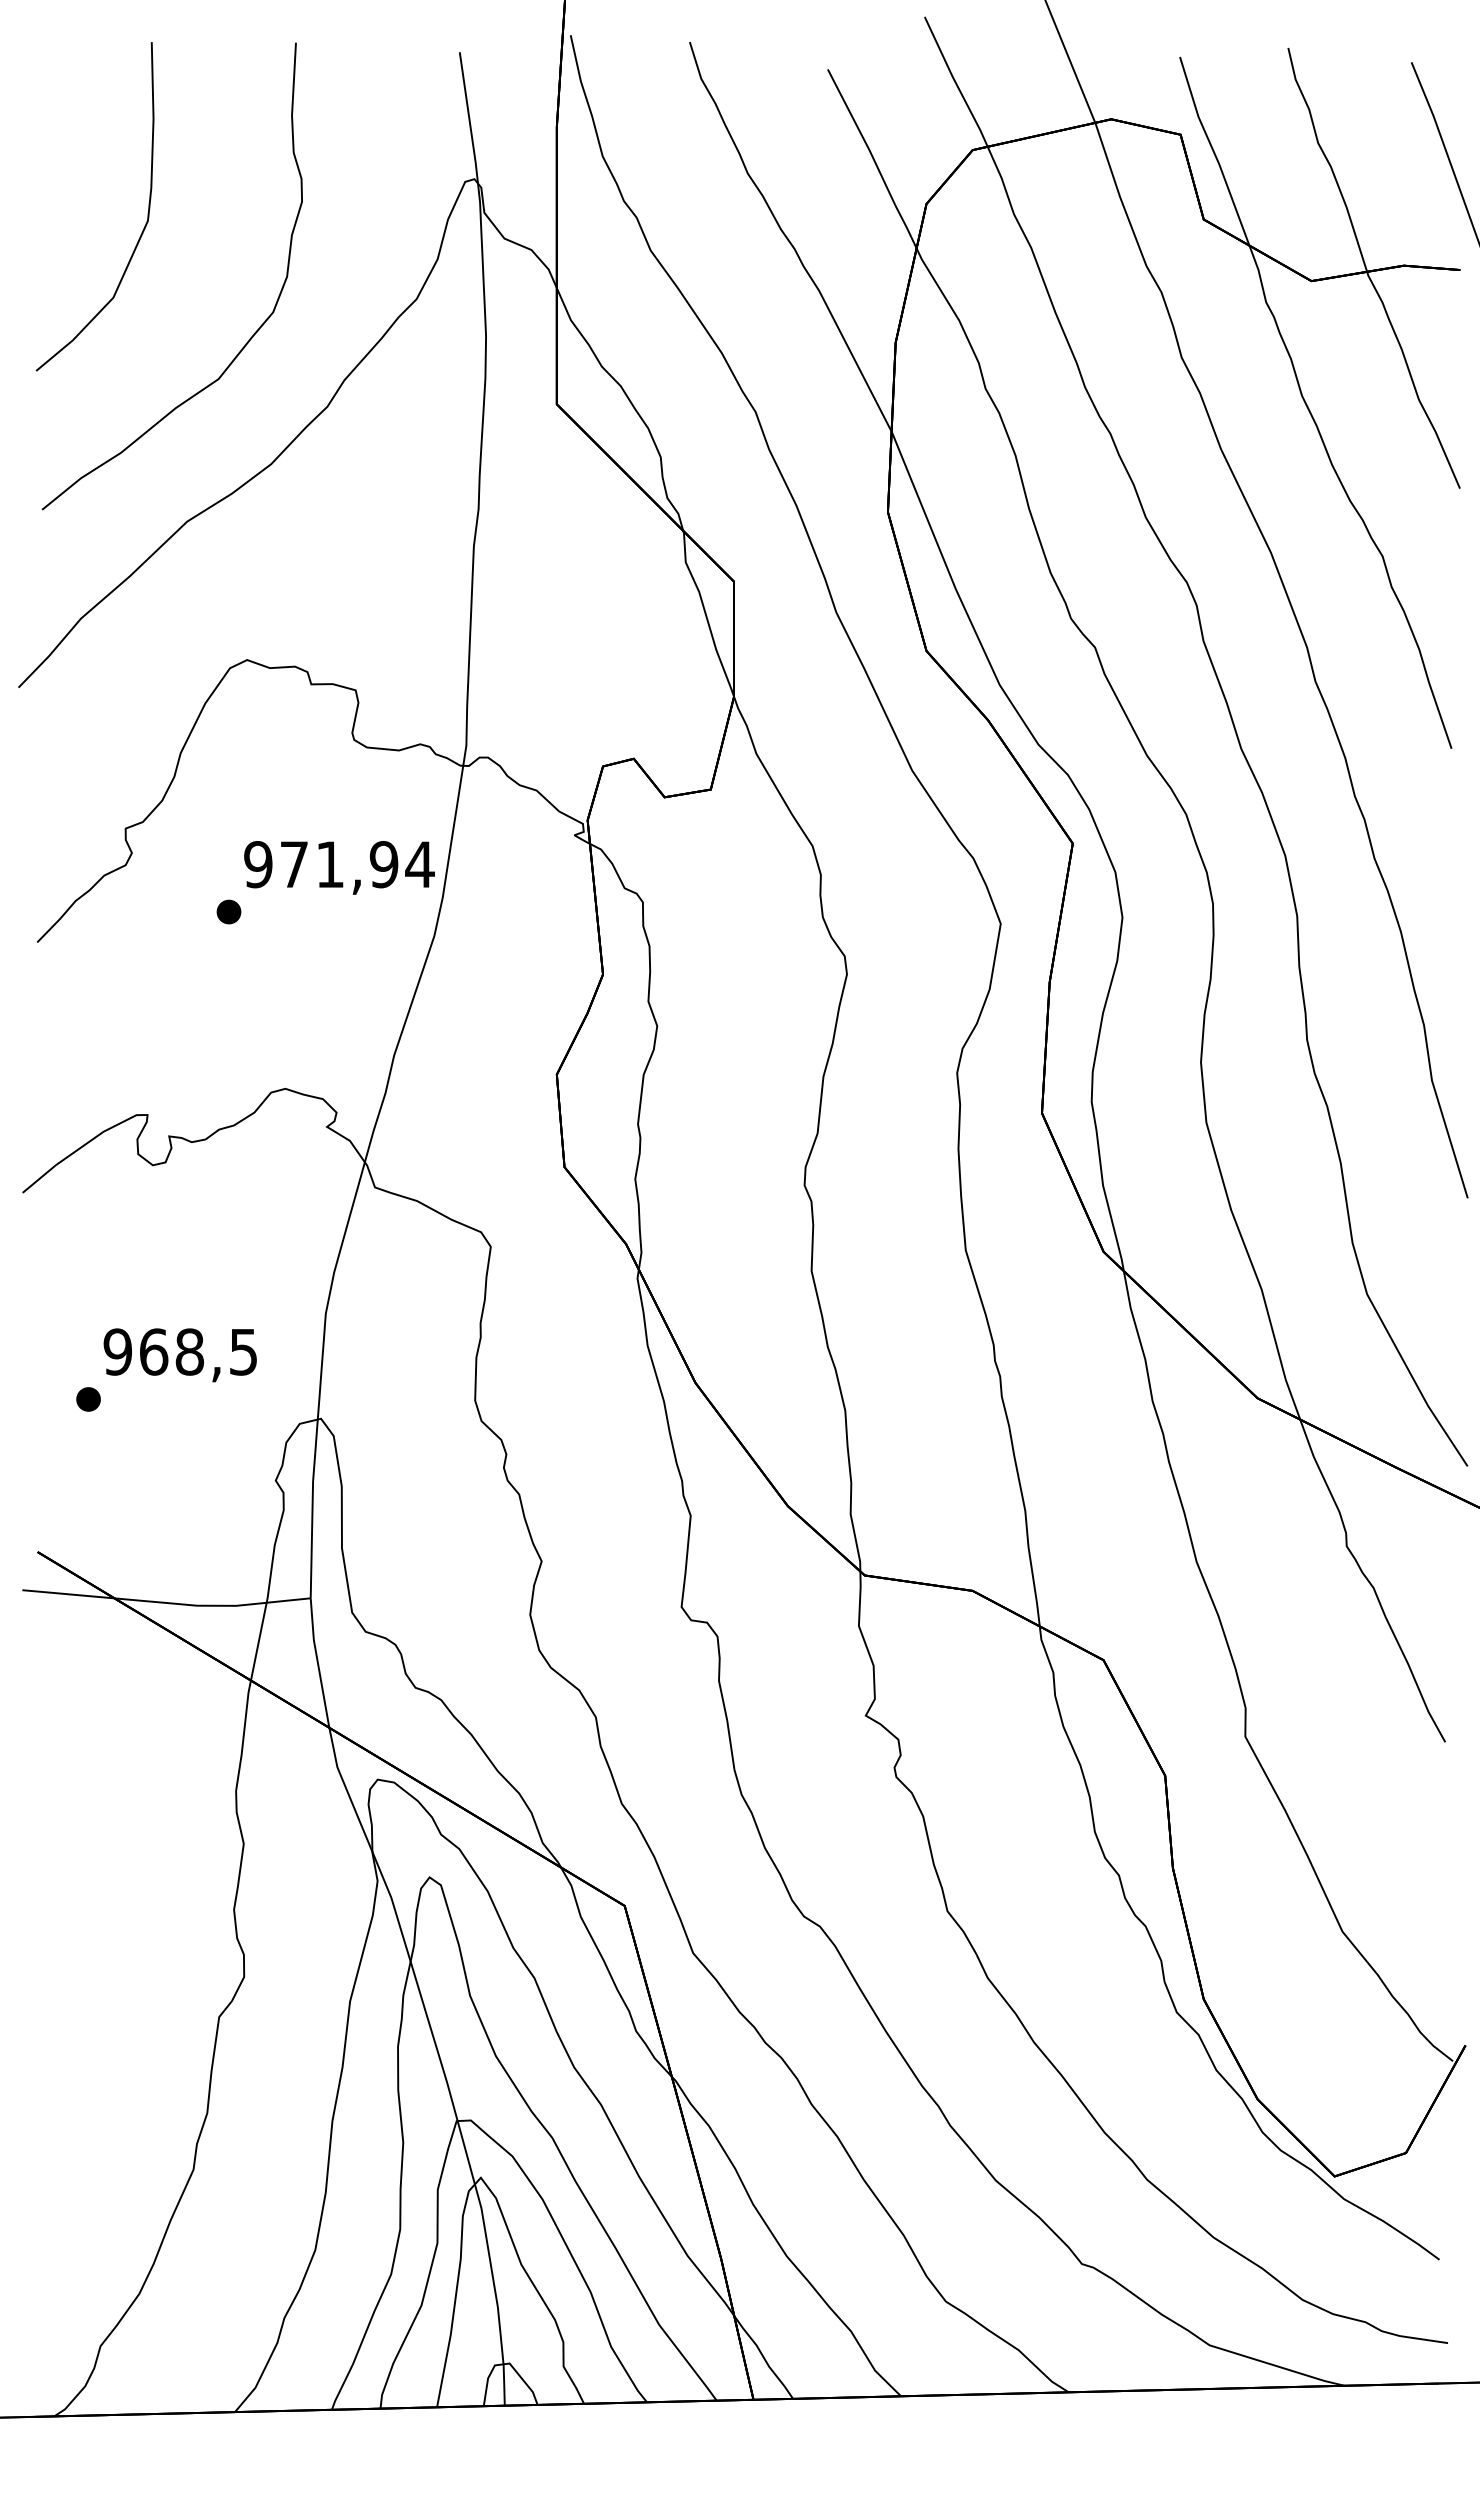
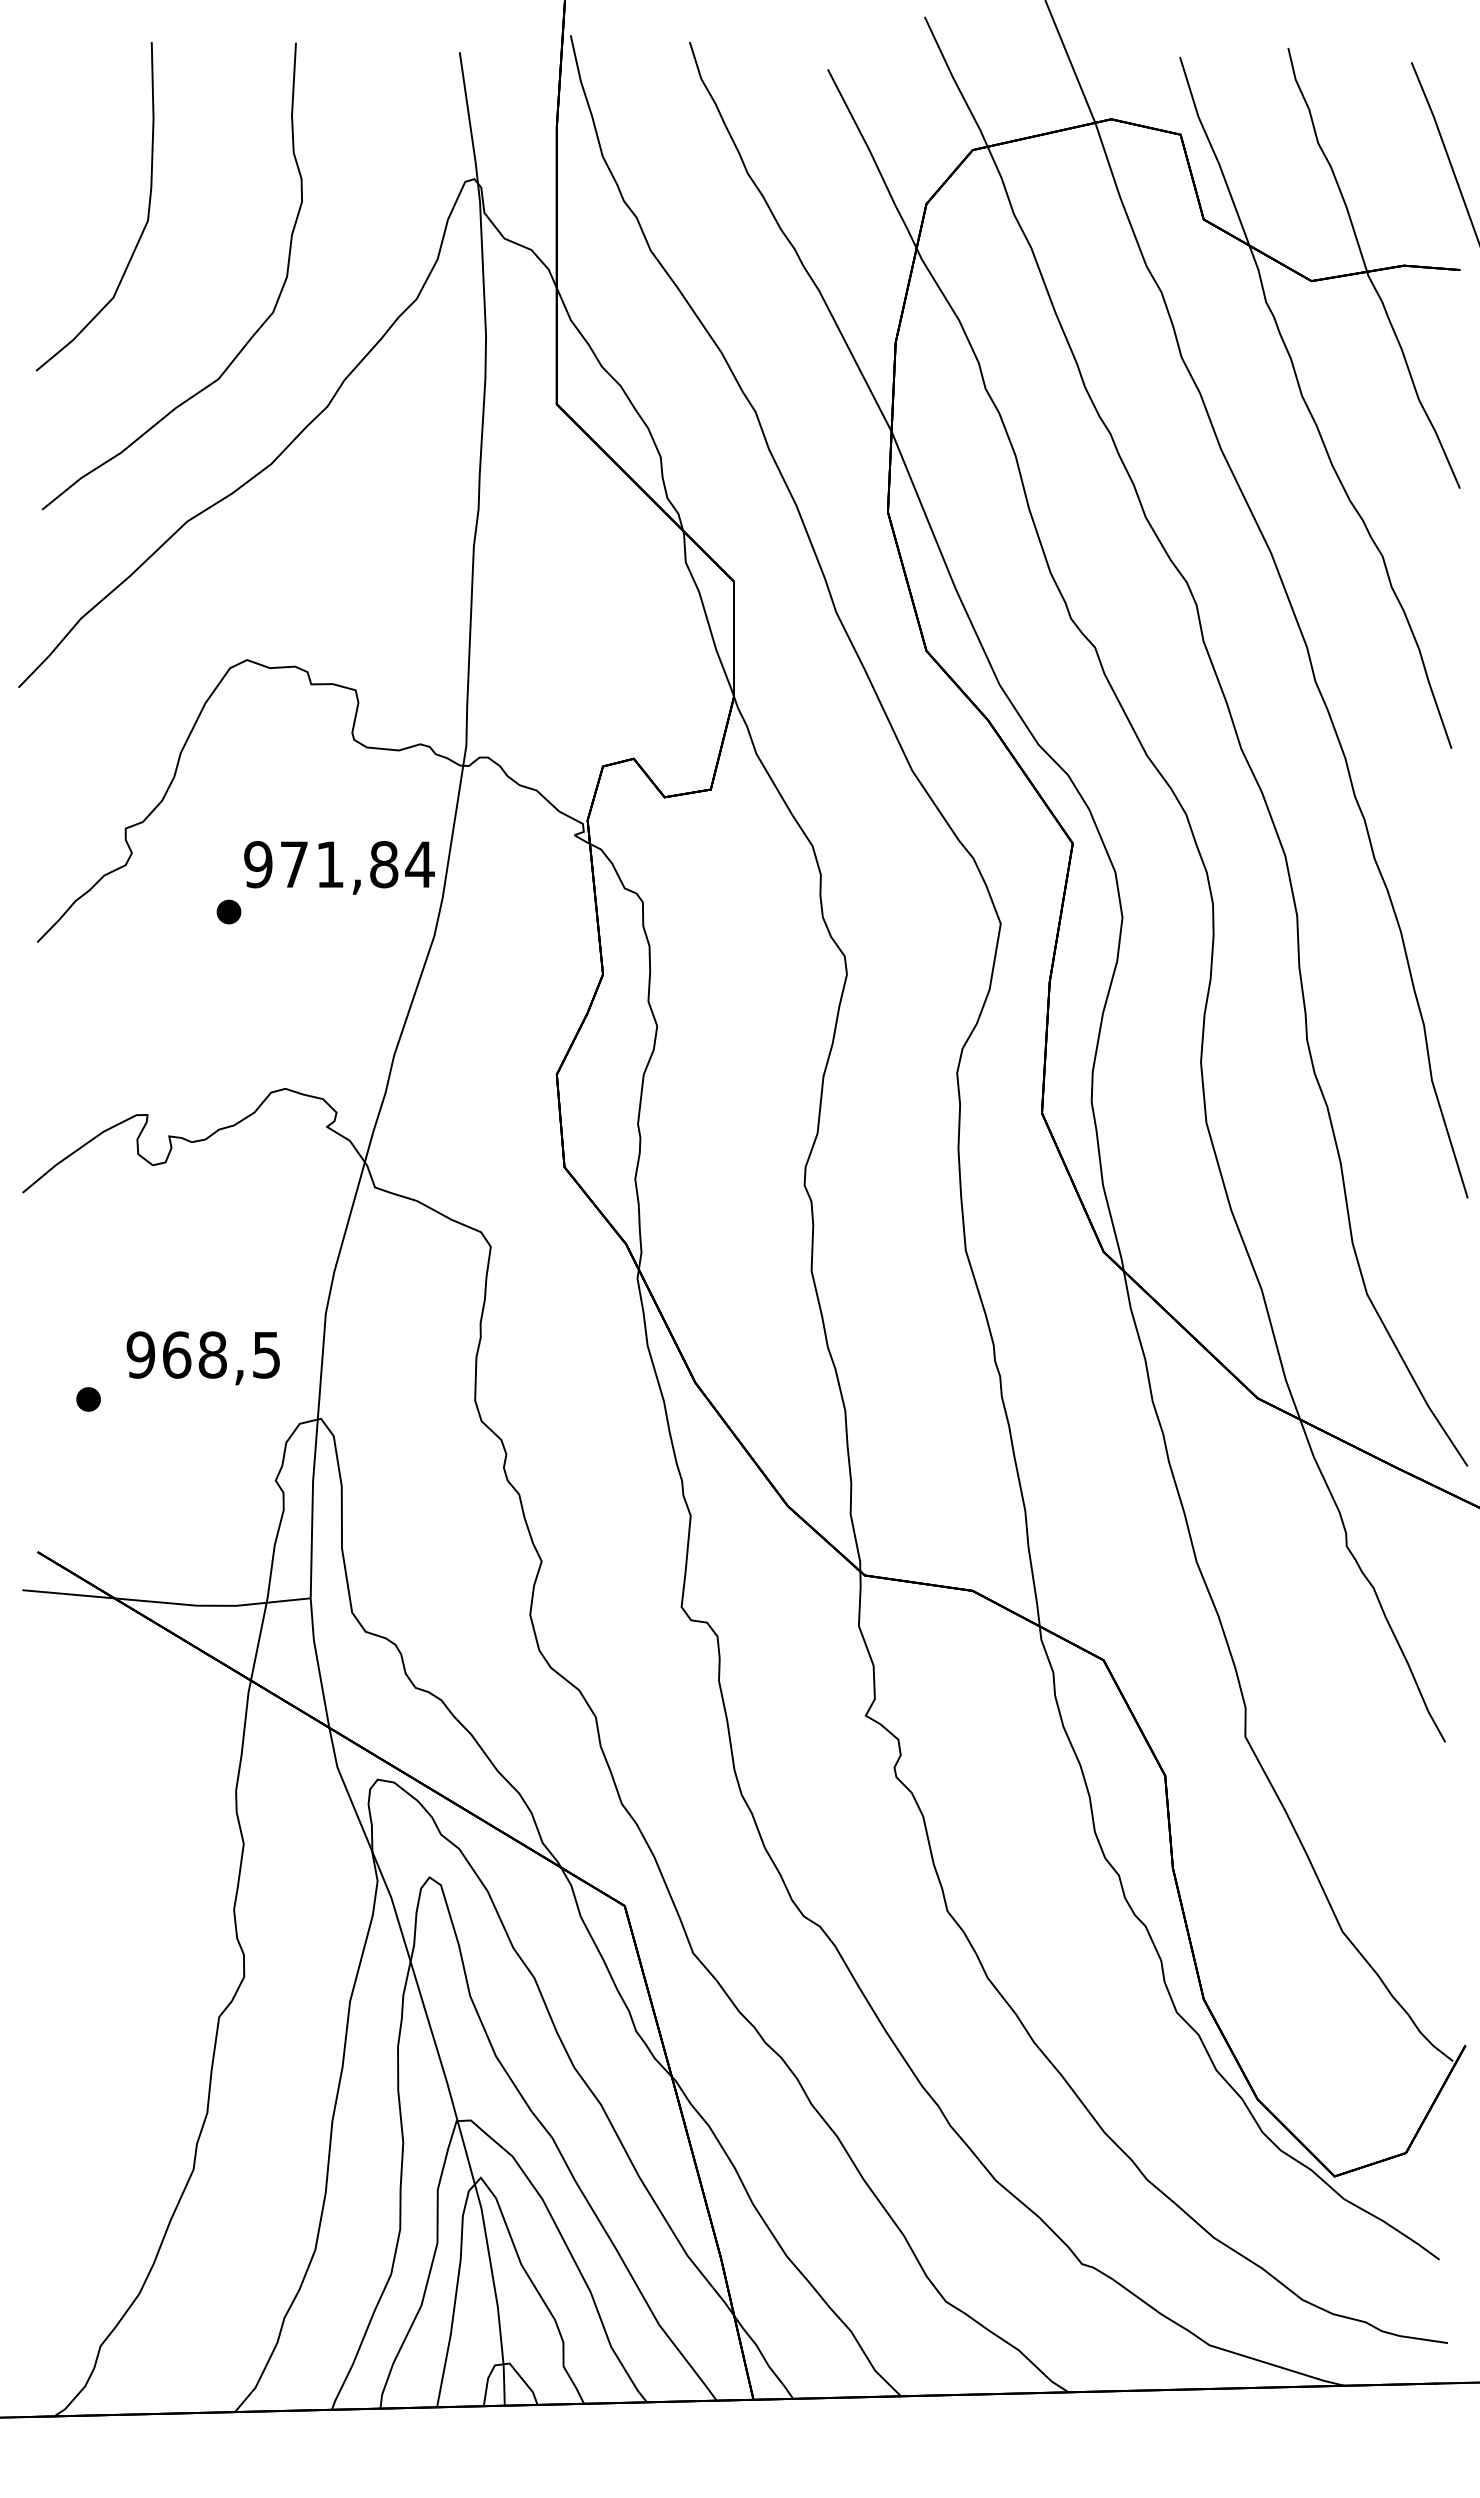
text at (383, 864): 971,94 -> 971,84
text at (179, 1355) position: (179, 1355) -> (202, 1358)
